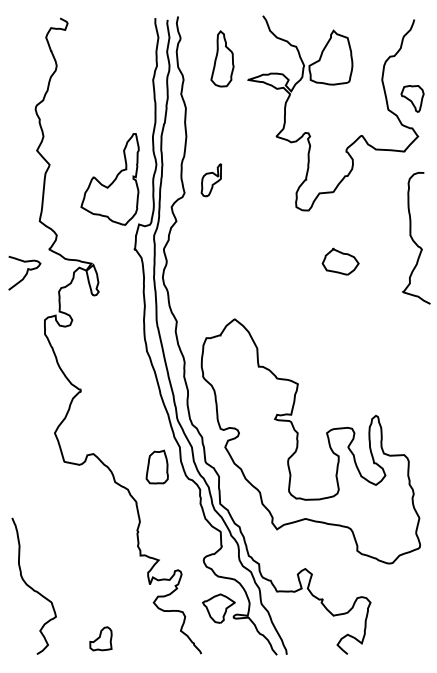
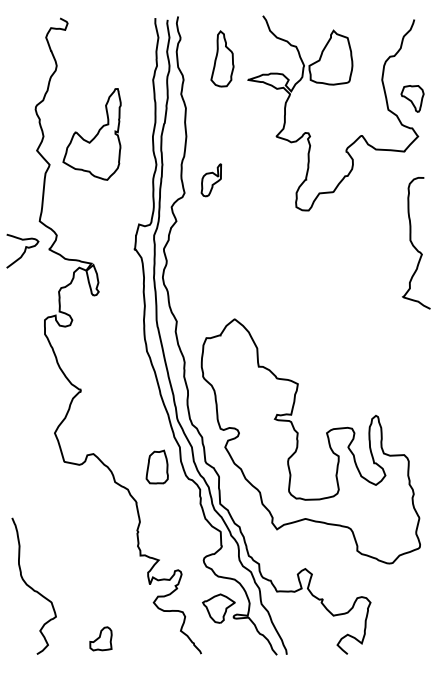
part at (109, 179) position: (109, 179) -> (91, 134)
curve at (414, 240) position: (414, 240) -> (414, 245)
part at (340, 261): present -> none
curve at (25, 273) position: (25, 273) -> (23, 251)
